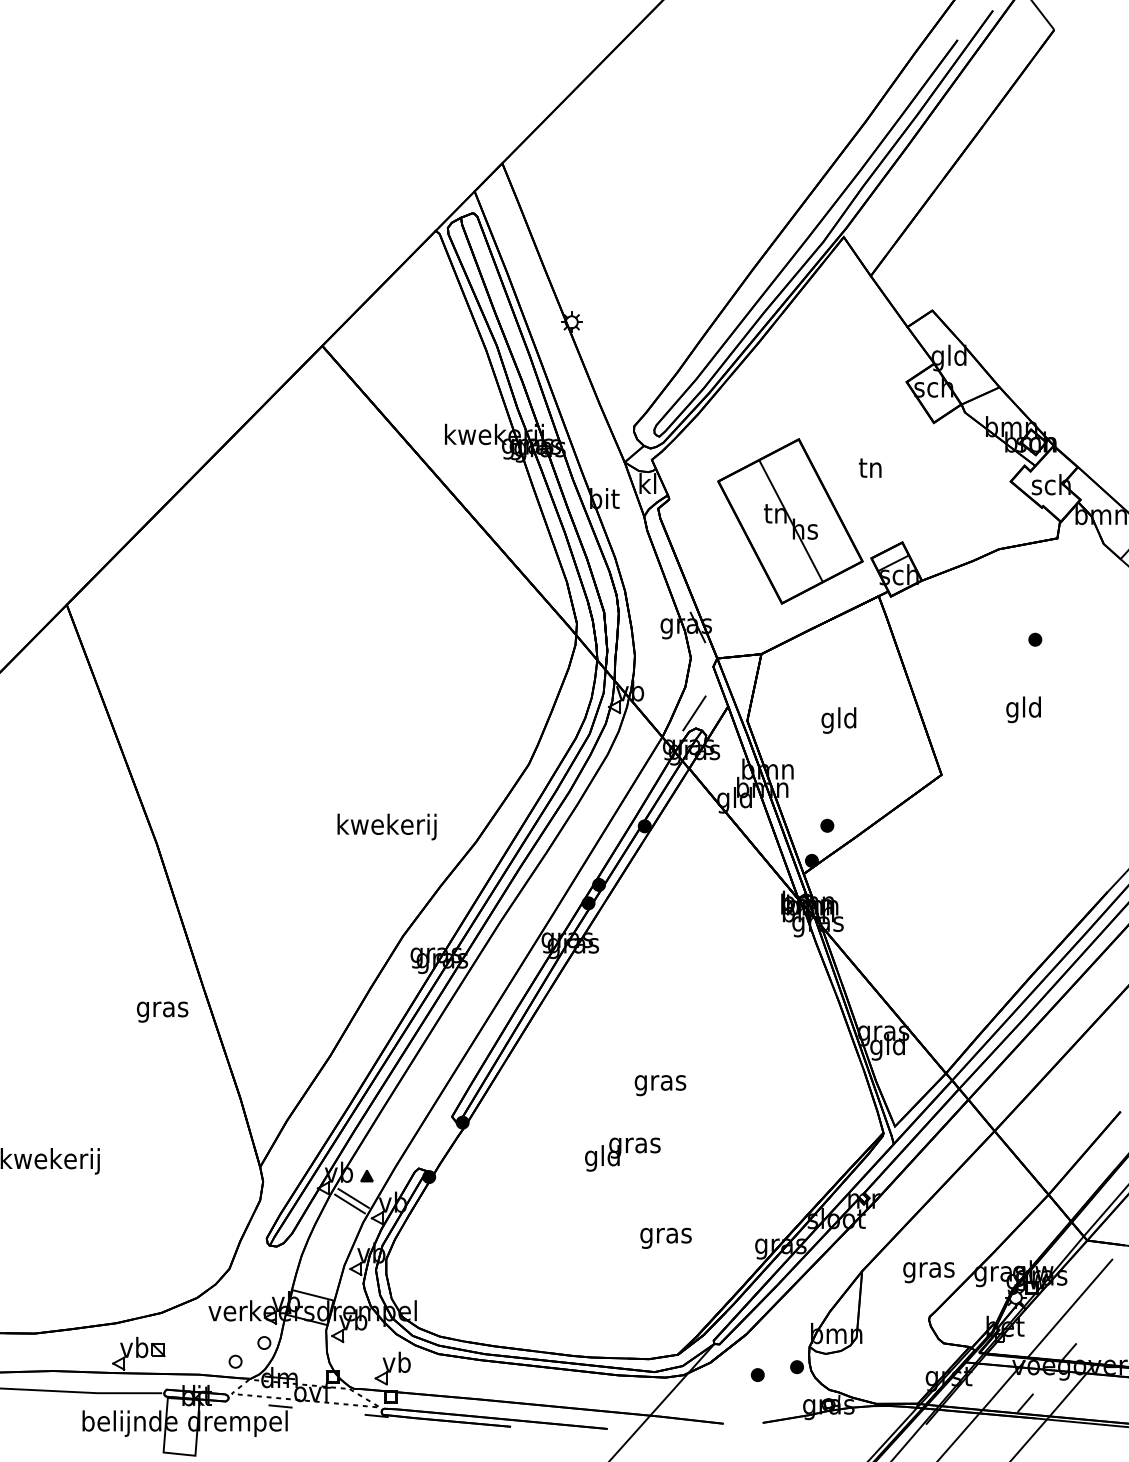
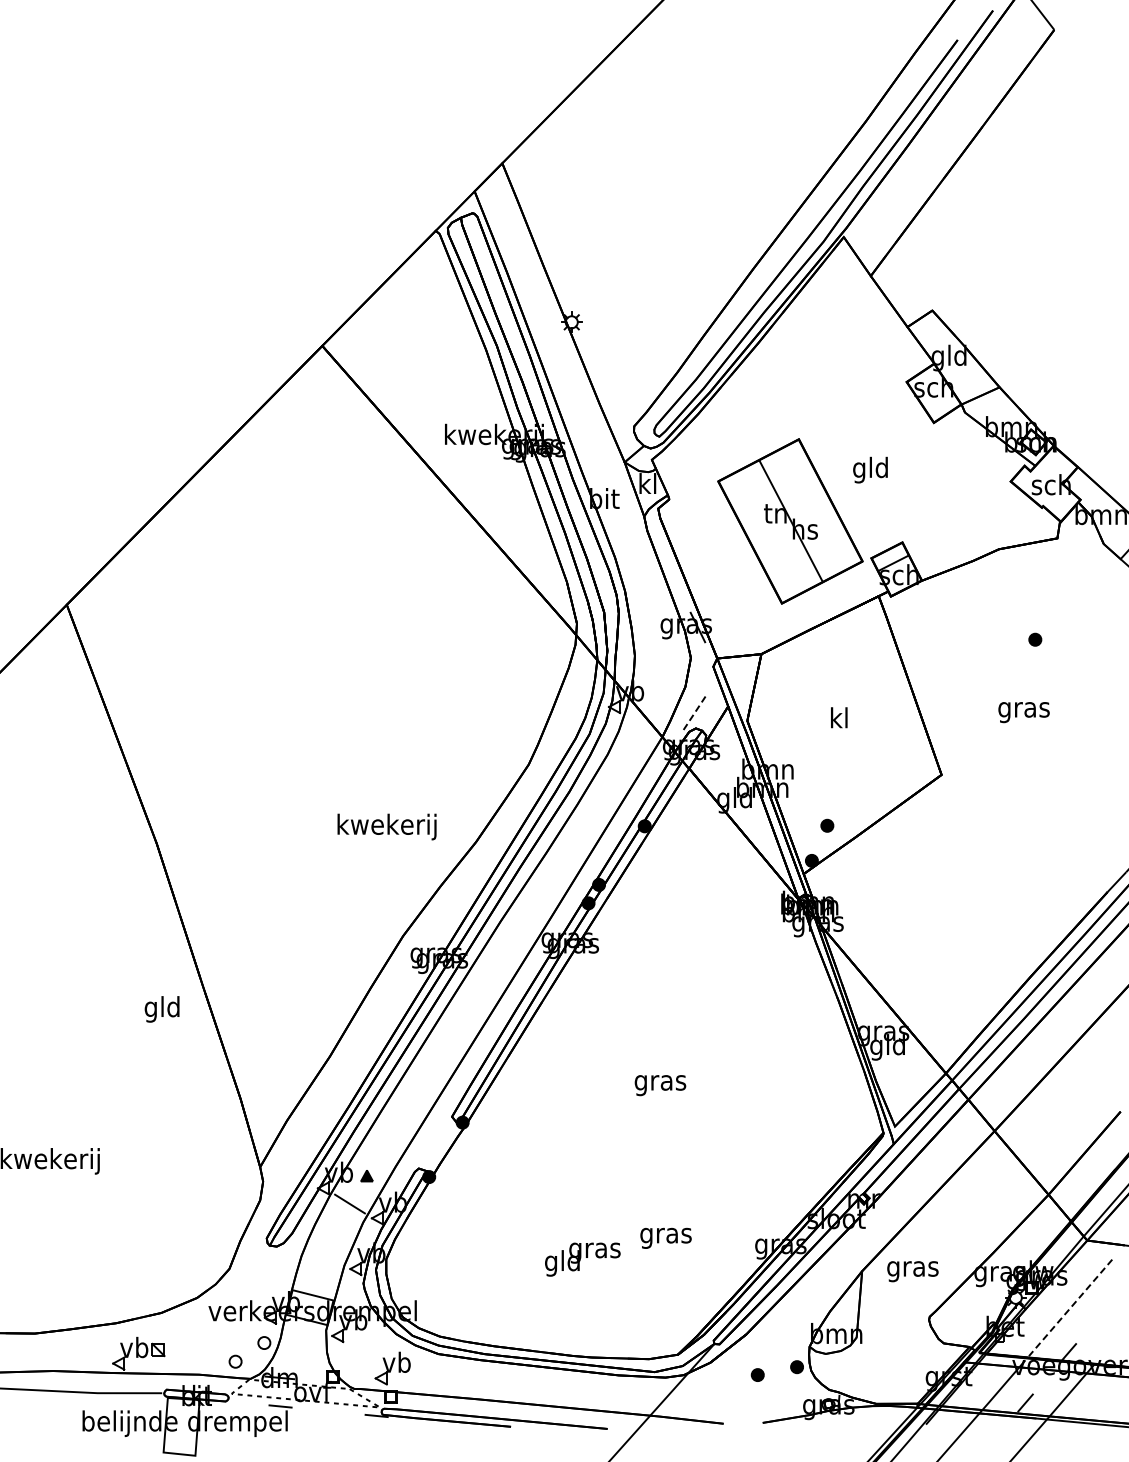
text at (870, 469): tn -> gld
text at (1023, 709): gld -> gras
line at (694, 713): solid -> dashed
text at (838, 720): gld -> kl
text at (162, 1009): gras -> gld
text at (622, 1154) position: (622, 1154) -> (582, 1259)
line at (353, 1198): present -> none
text at (928, 1272) position: (928, 1272) -> (912, 1271)
line at (1070, 1307): solid -> dashed
